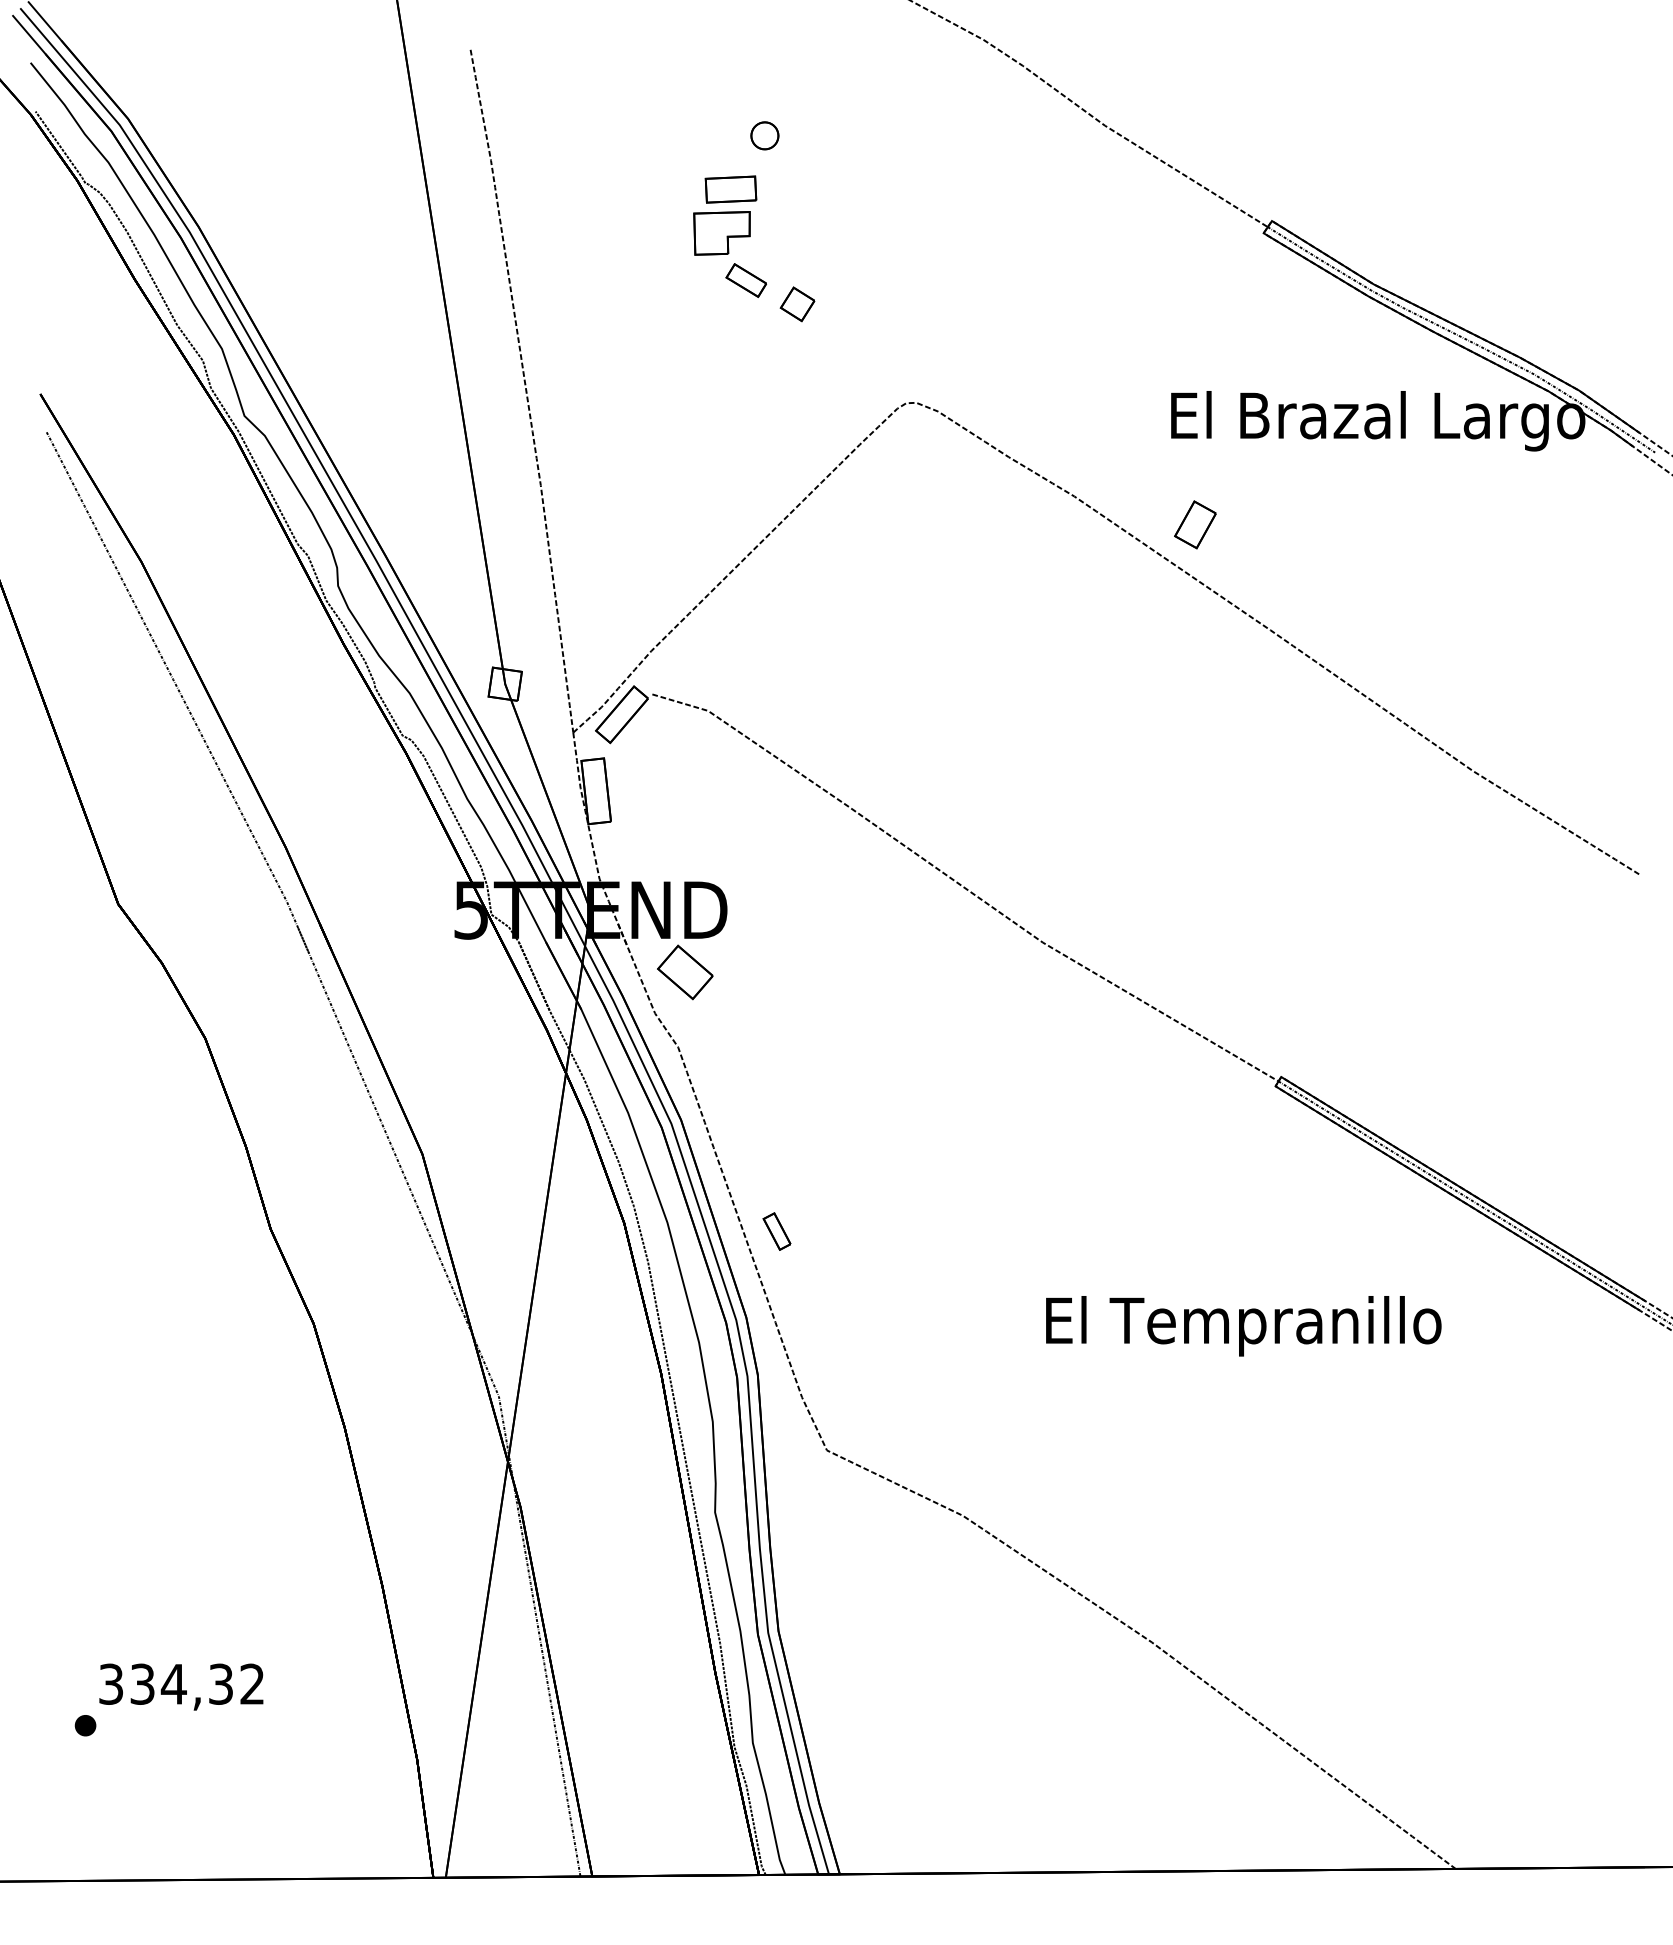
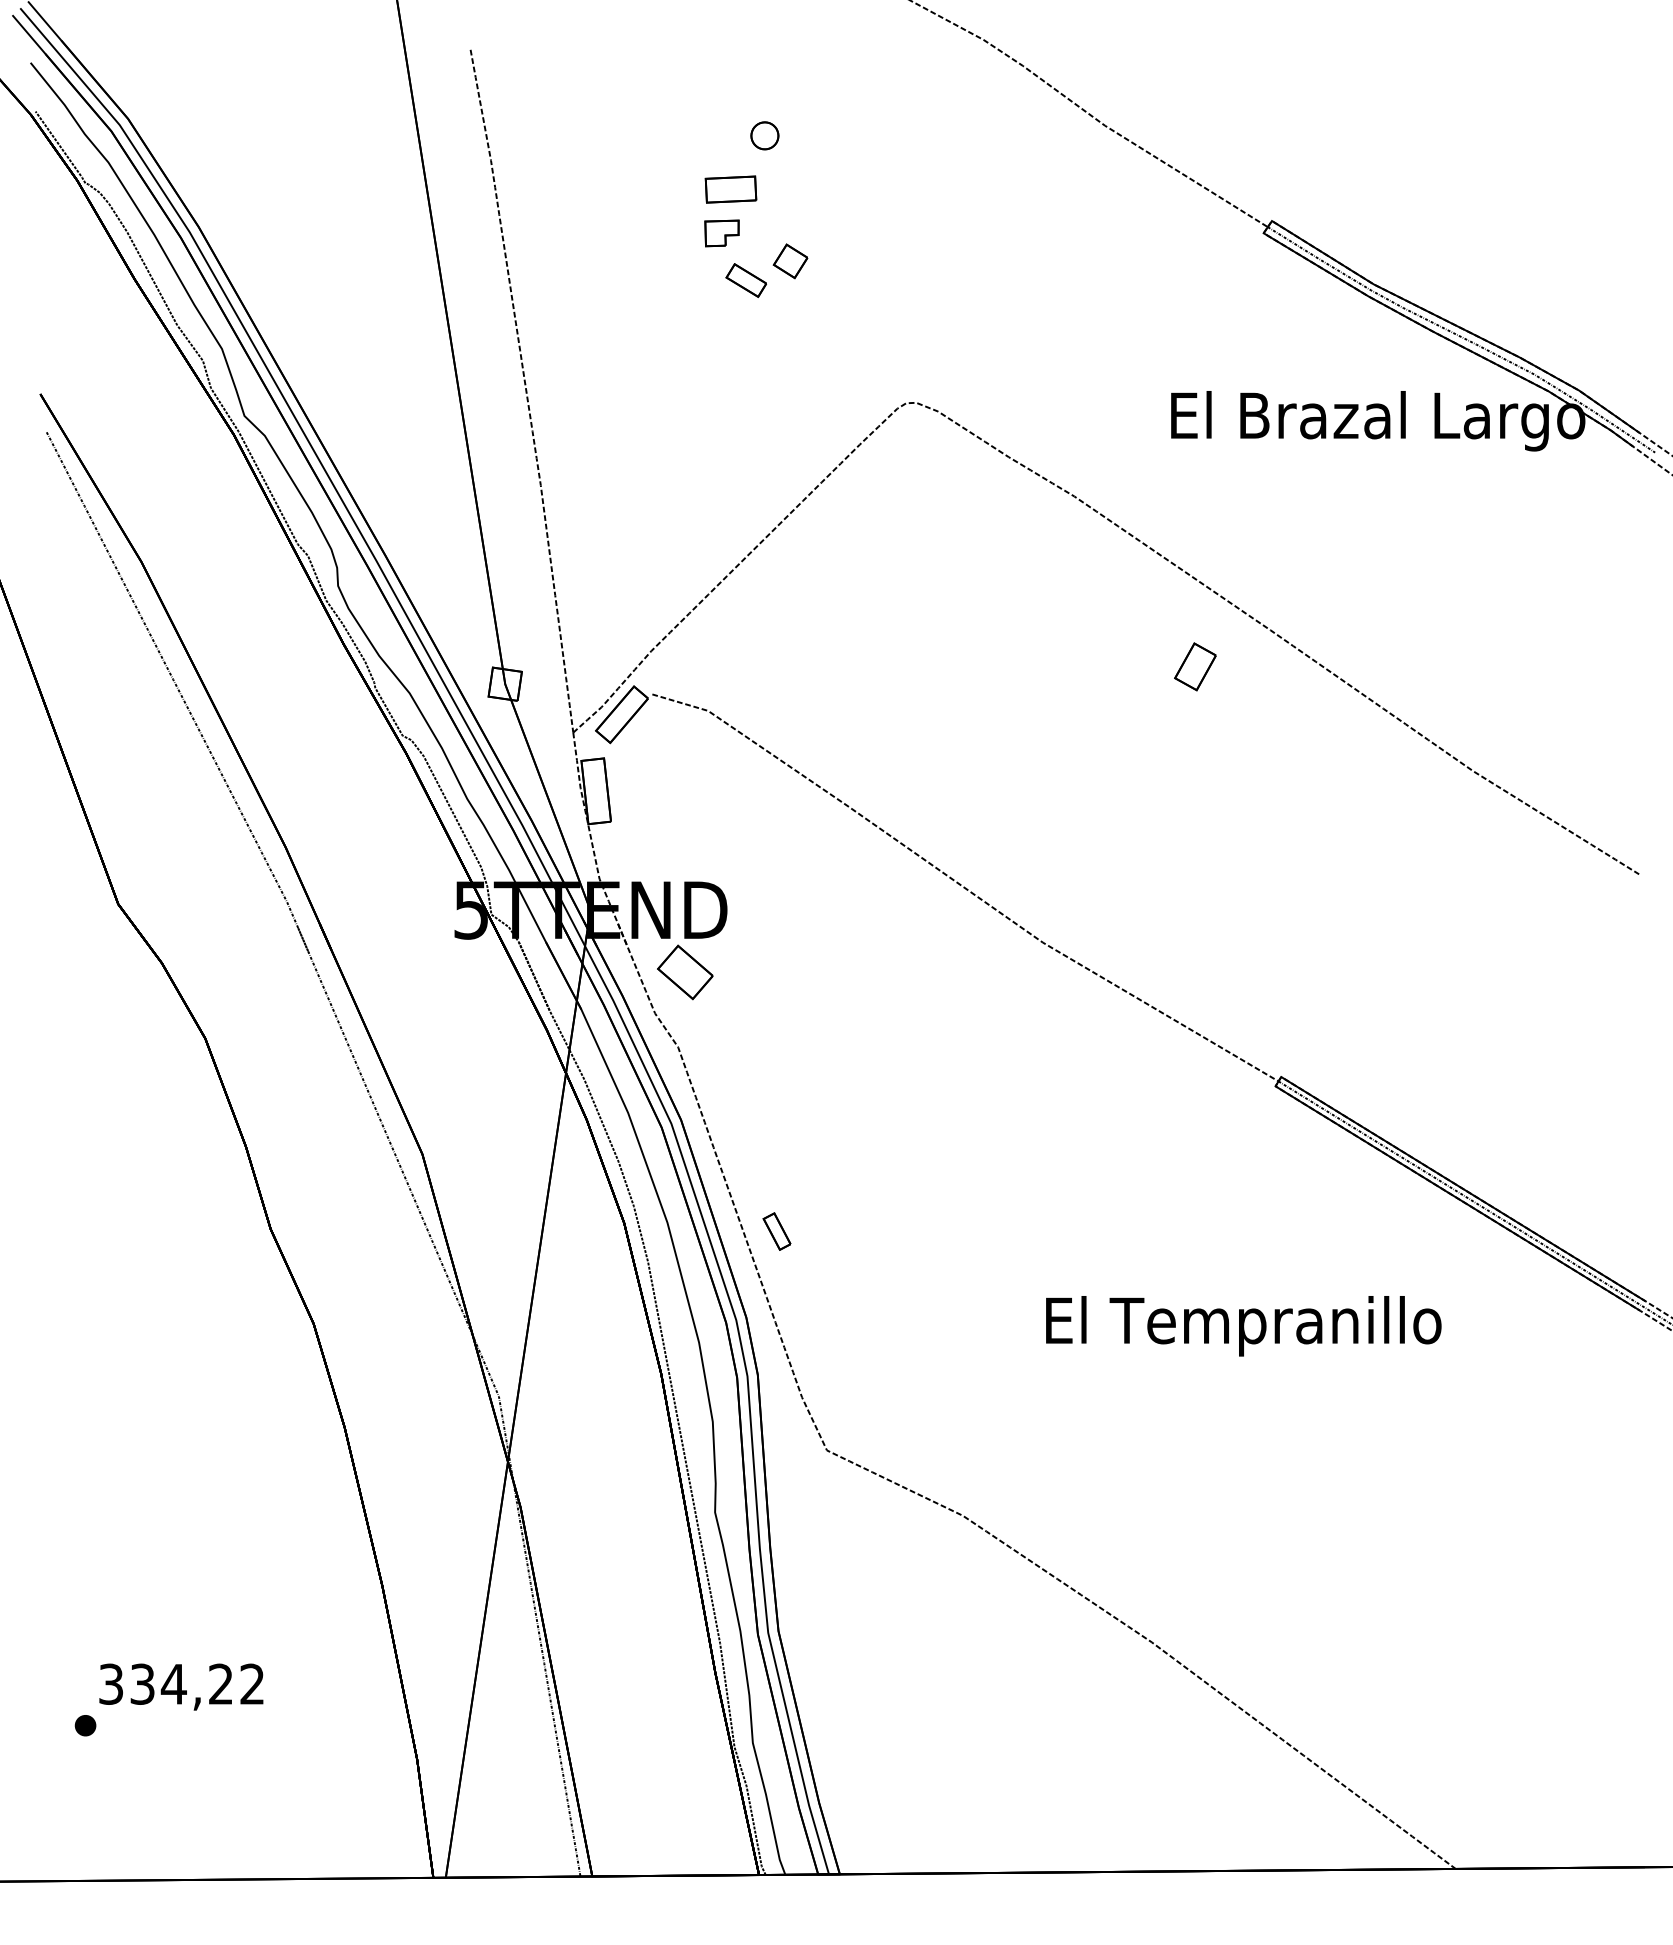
part at (721, 233) size: 58x45 px -> 36x29 px
part at (797, 304) position: (797, 304) -> (790, 261)
part at (1195, 524) position: (1195, 524) -> (1195, 666)
text at (220, 1683): 334,32 -> 334,22
